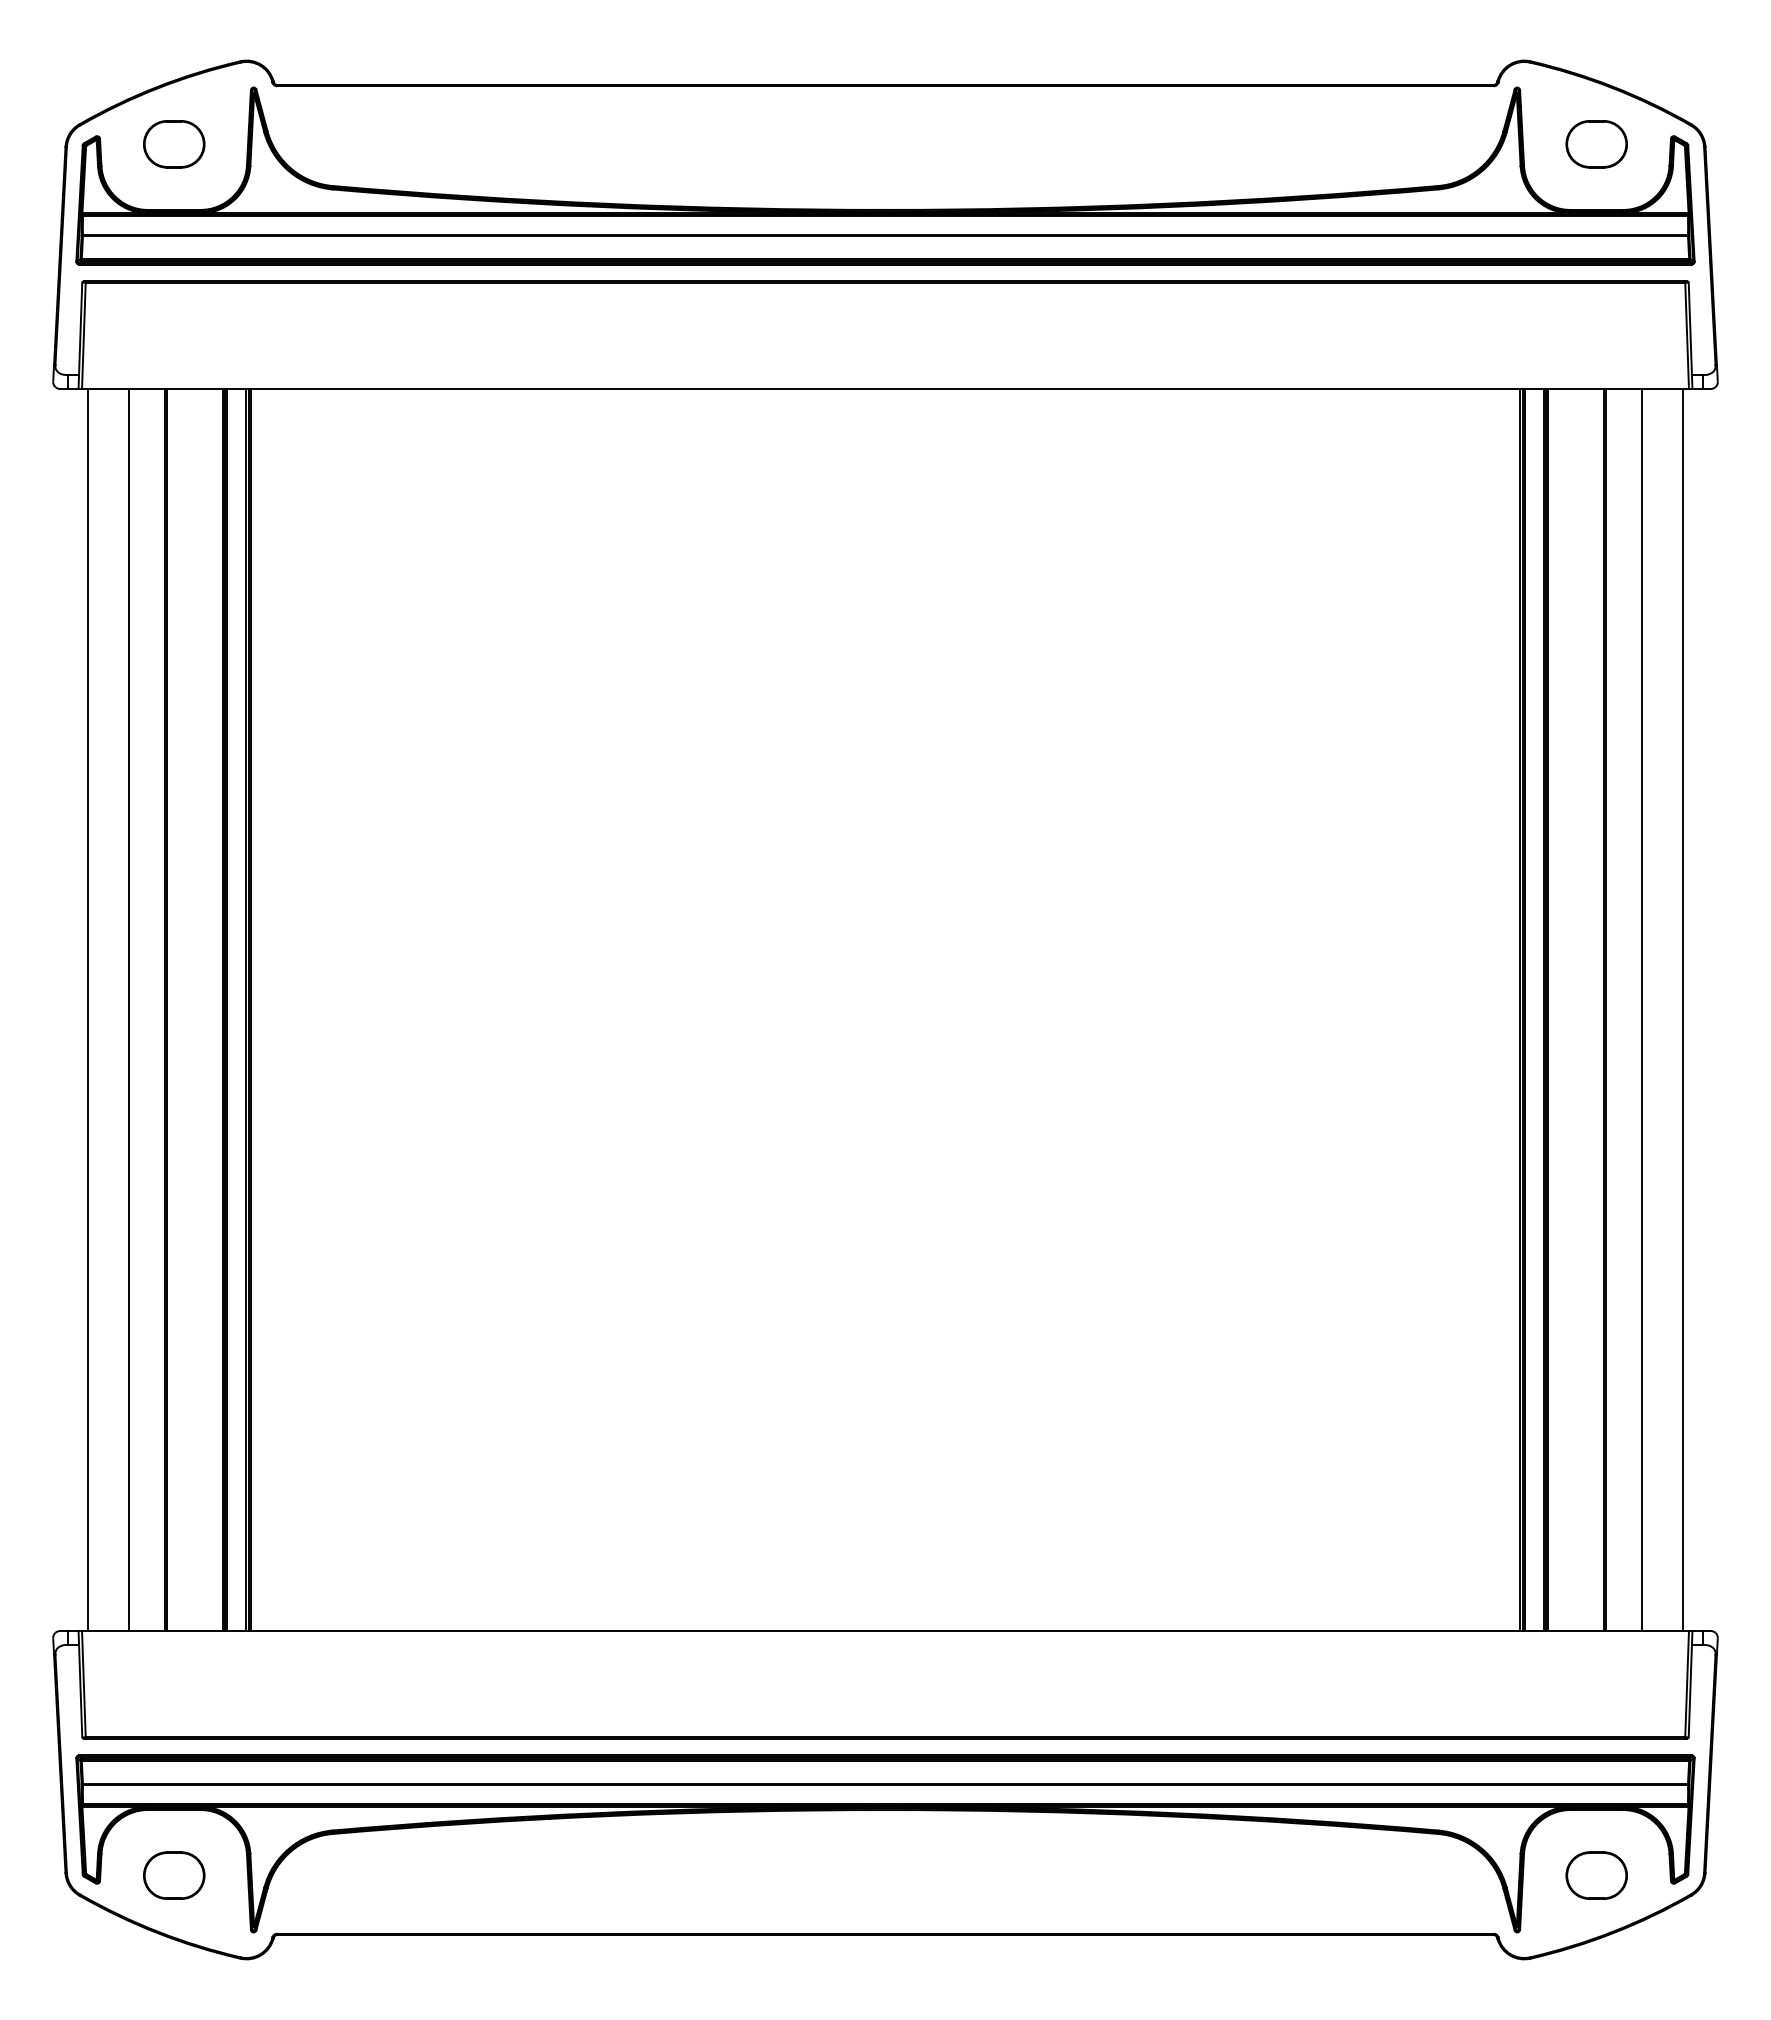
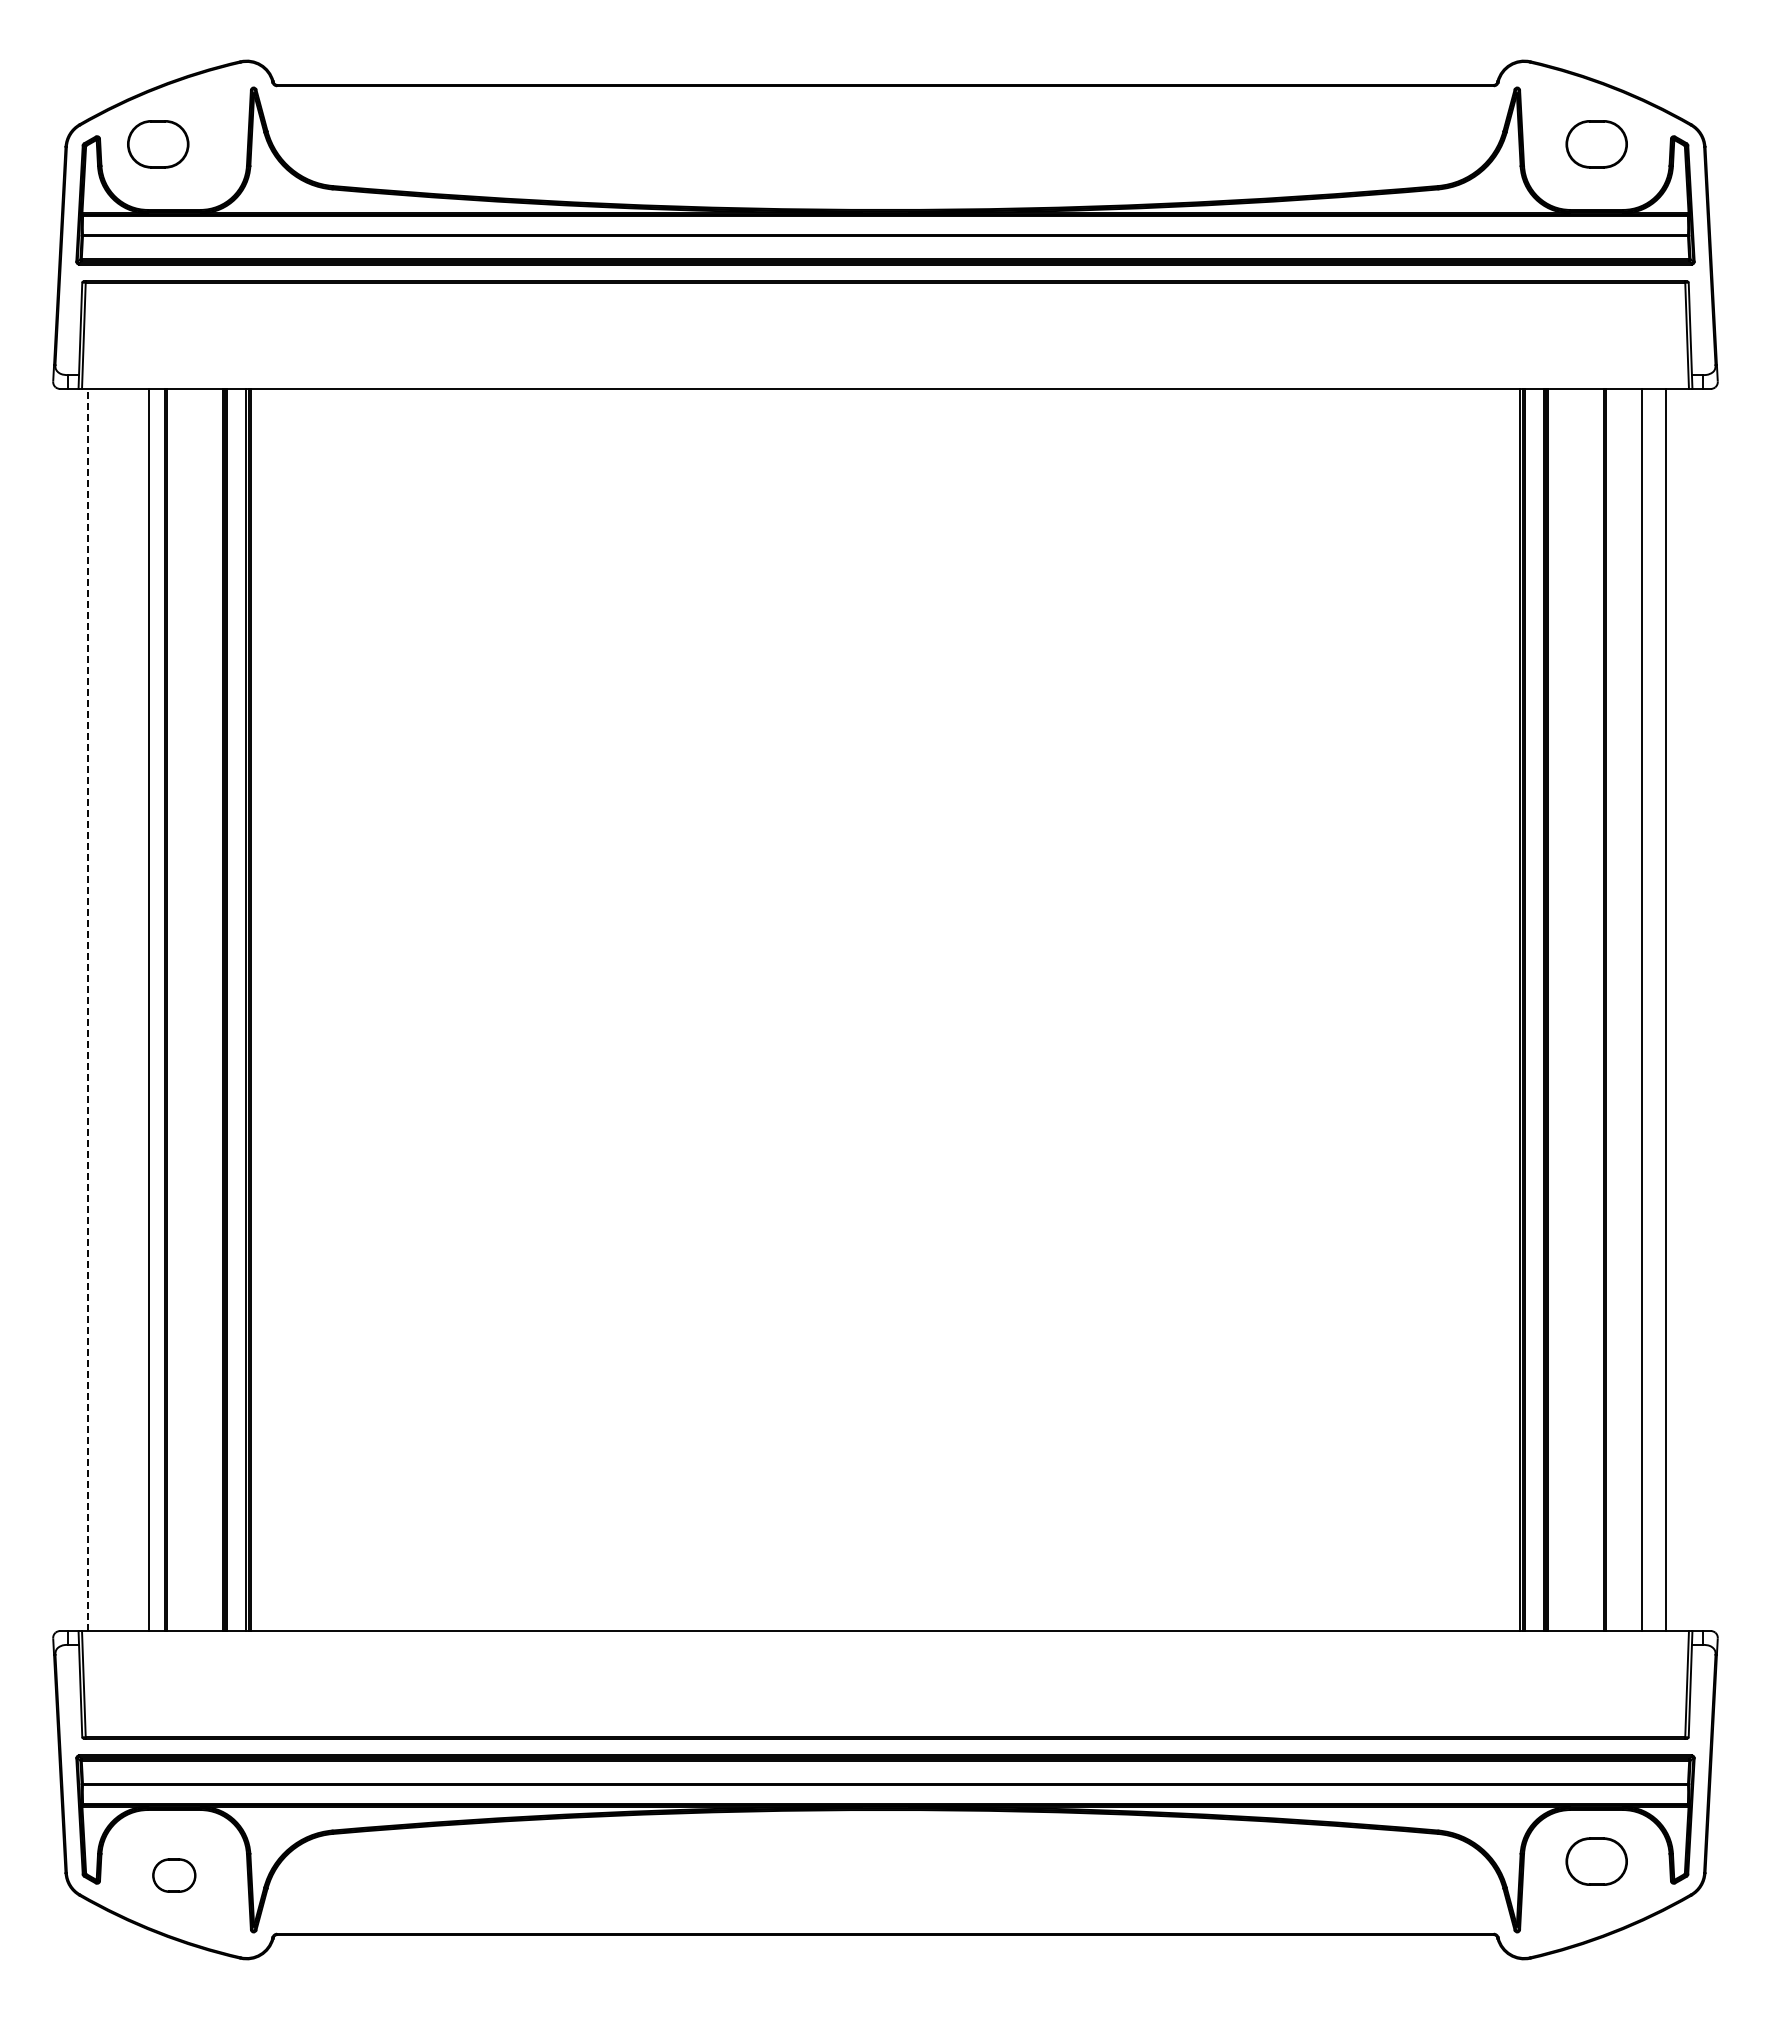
part at (174, 144) position: (174, 144) -> (158, 144)
line at (87, 1009): solid -> dashed
line at (129, 1009) position: (129, 1009) -> (149, 1009)
line at (1683, 1009) position: (1683, 1009) -> (1666, 1009)
part at (174, 1875) size: 63x49 px -> 45x35 px
part at (1596, 1875) position: (1596, 1875) -> (1596, 1861)
